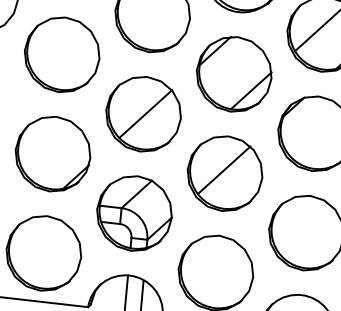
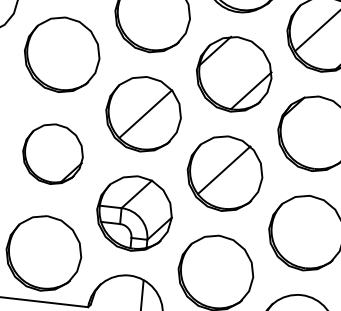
part at (52, 154) size: 78x77 px -> 62x62 px
line at (126, 291): present -> none
